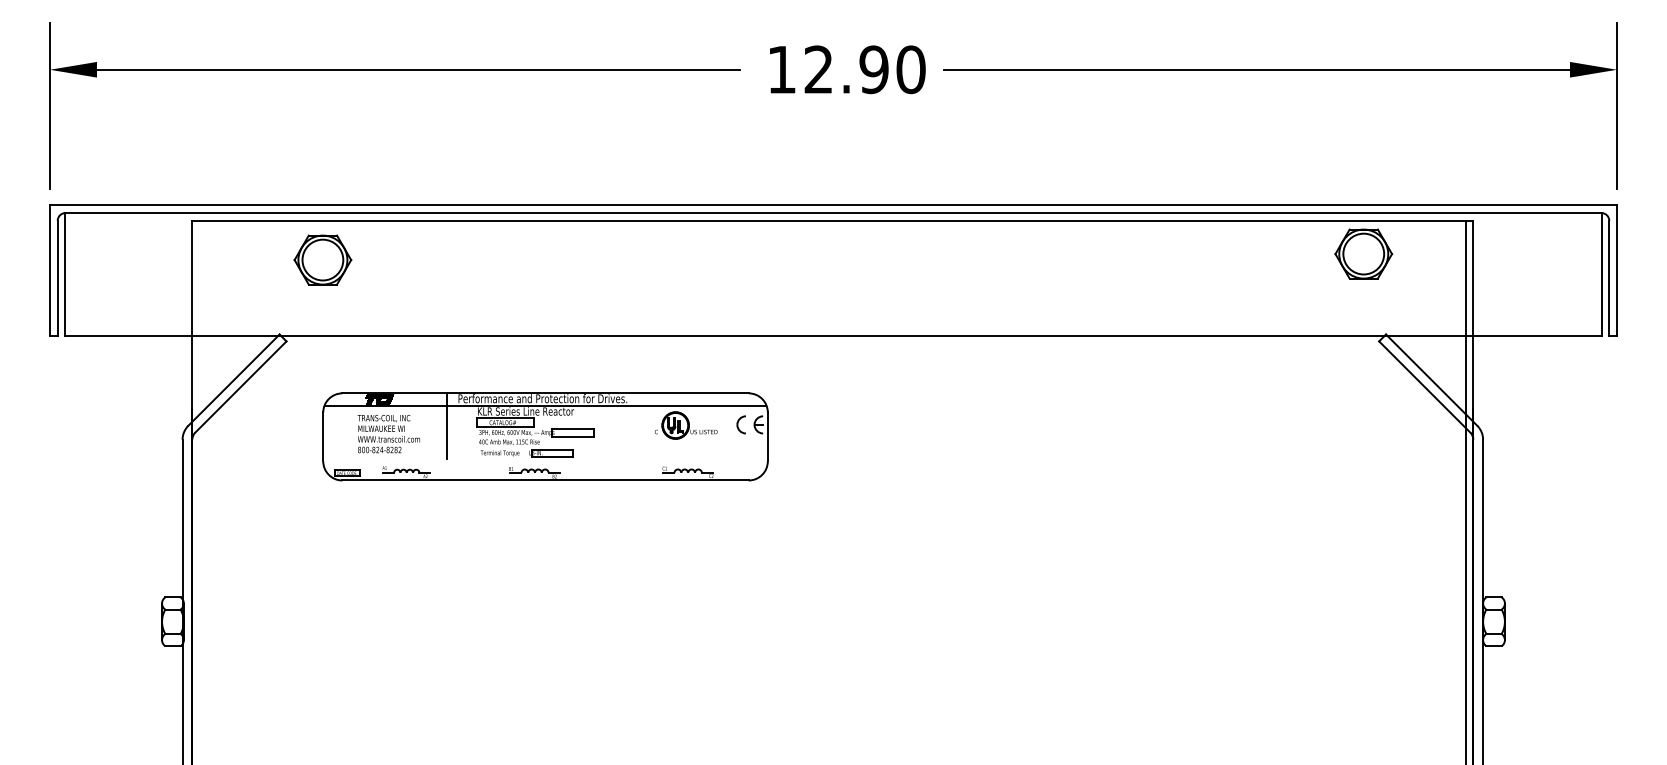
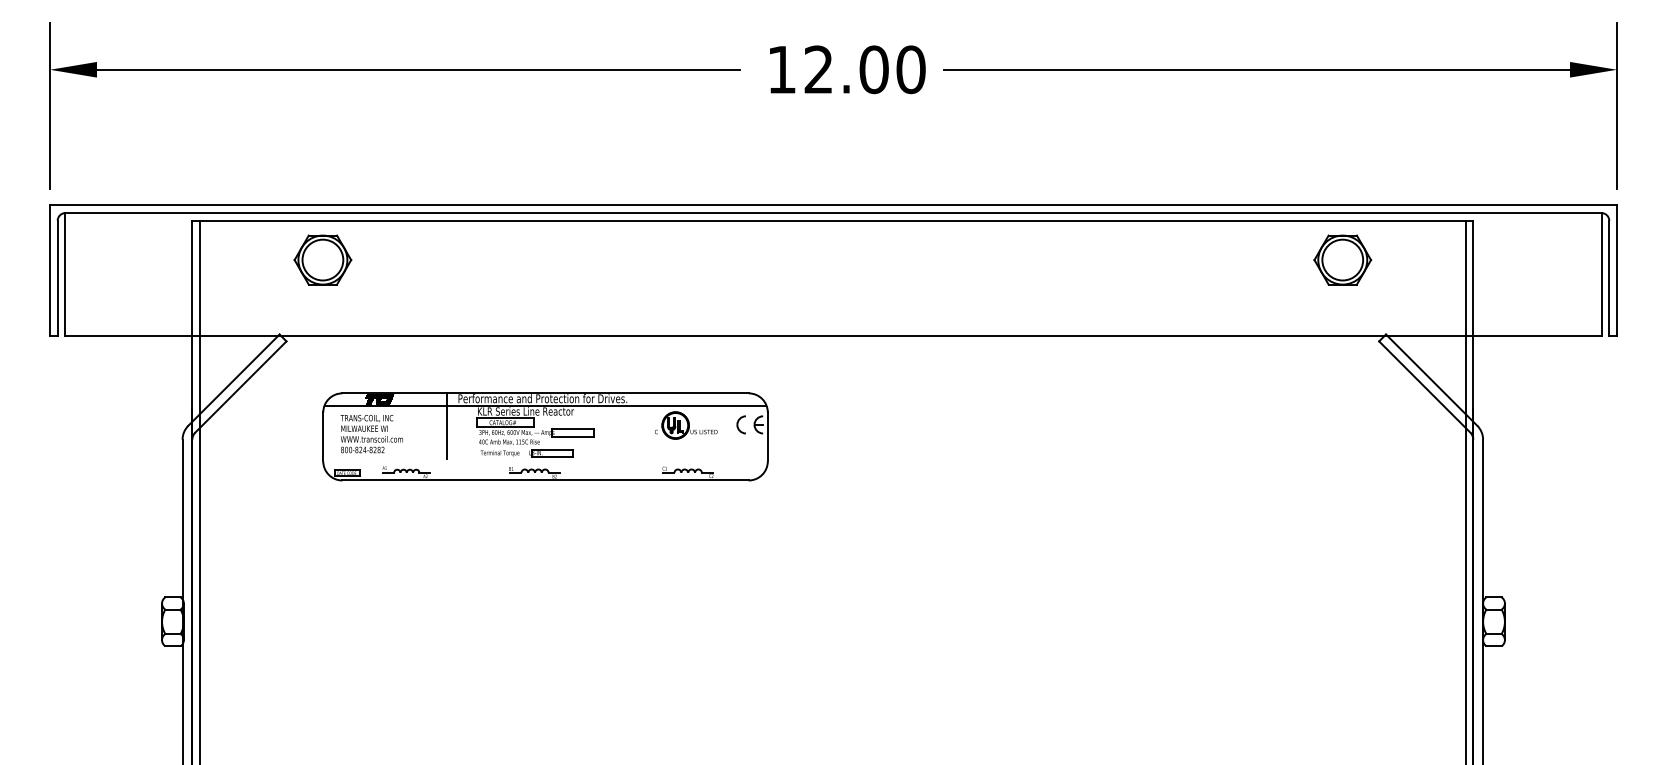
text at (873, 69): 12.90 -> 12.00
part at (1363, 253) position: (1363, 253) -> (1342, 259)
text at (388, 434) position: (388, 434) -> (371, 434)
line at (200, 490): none -> present
